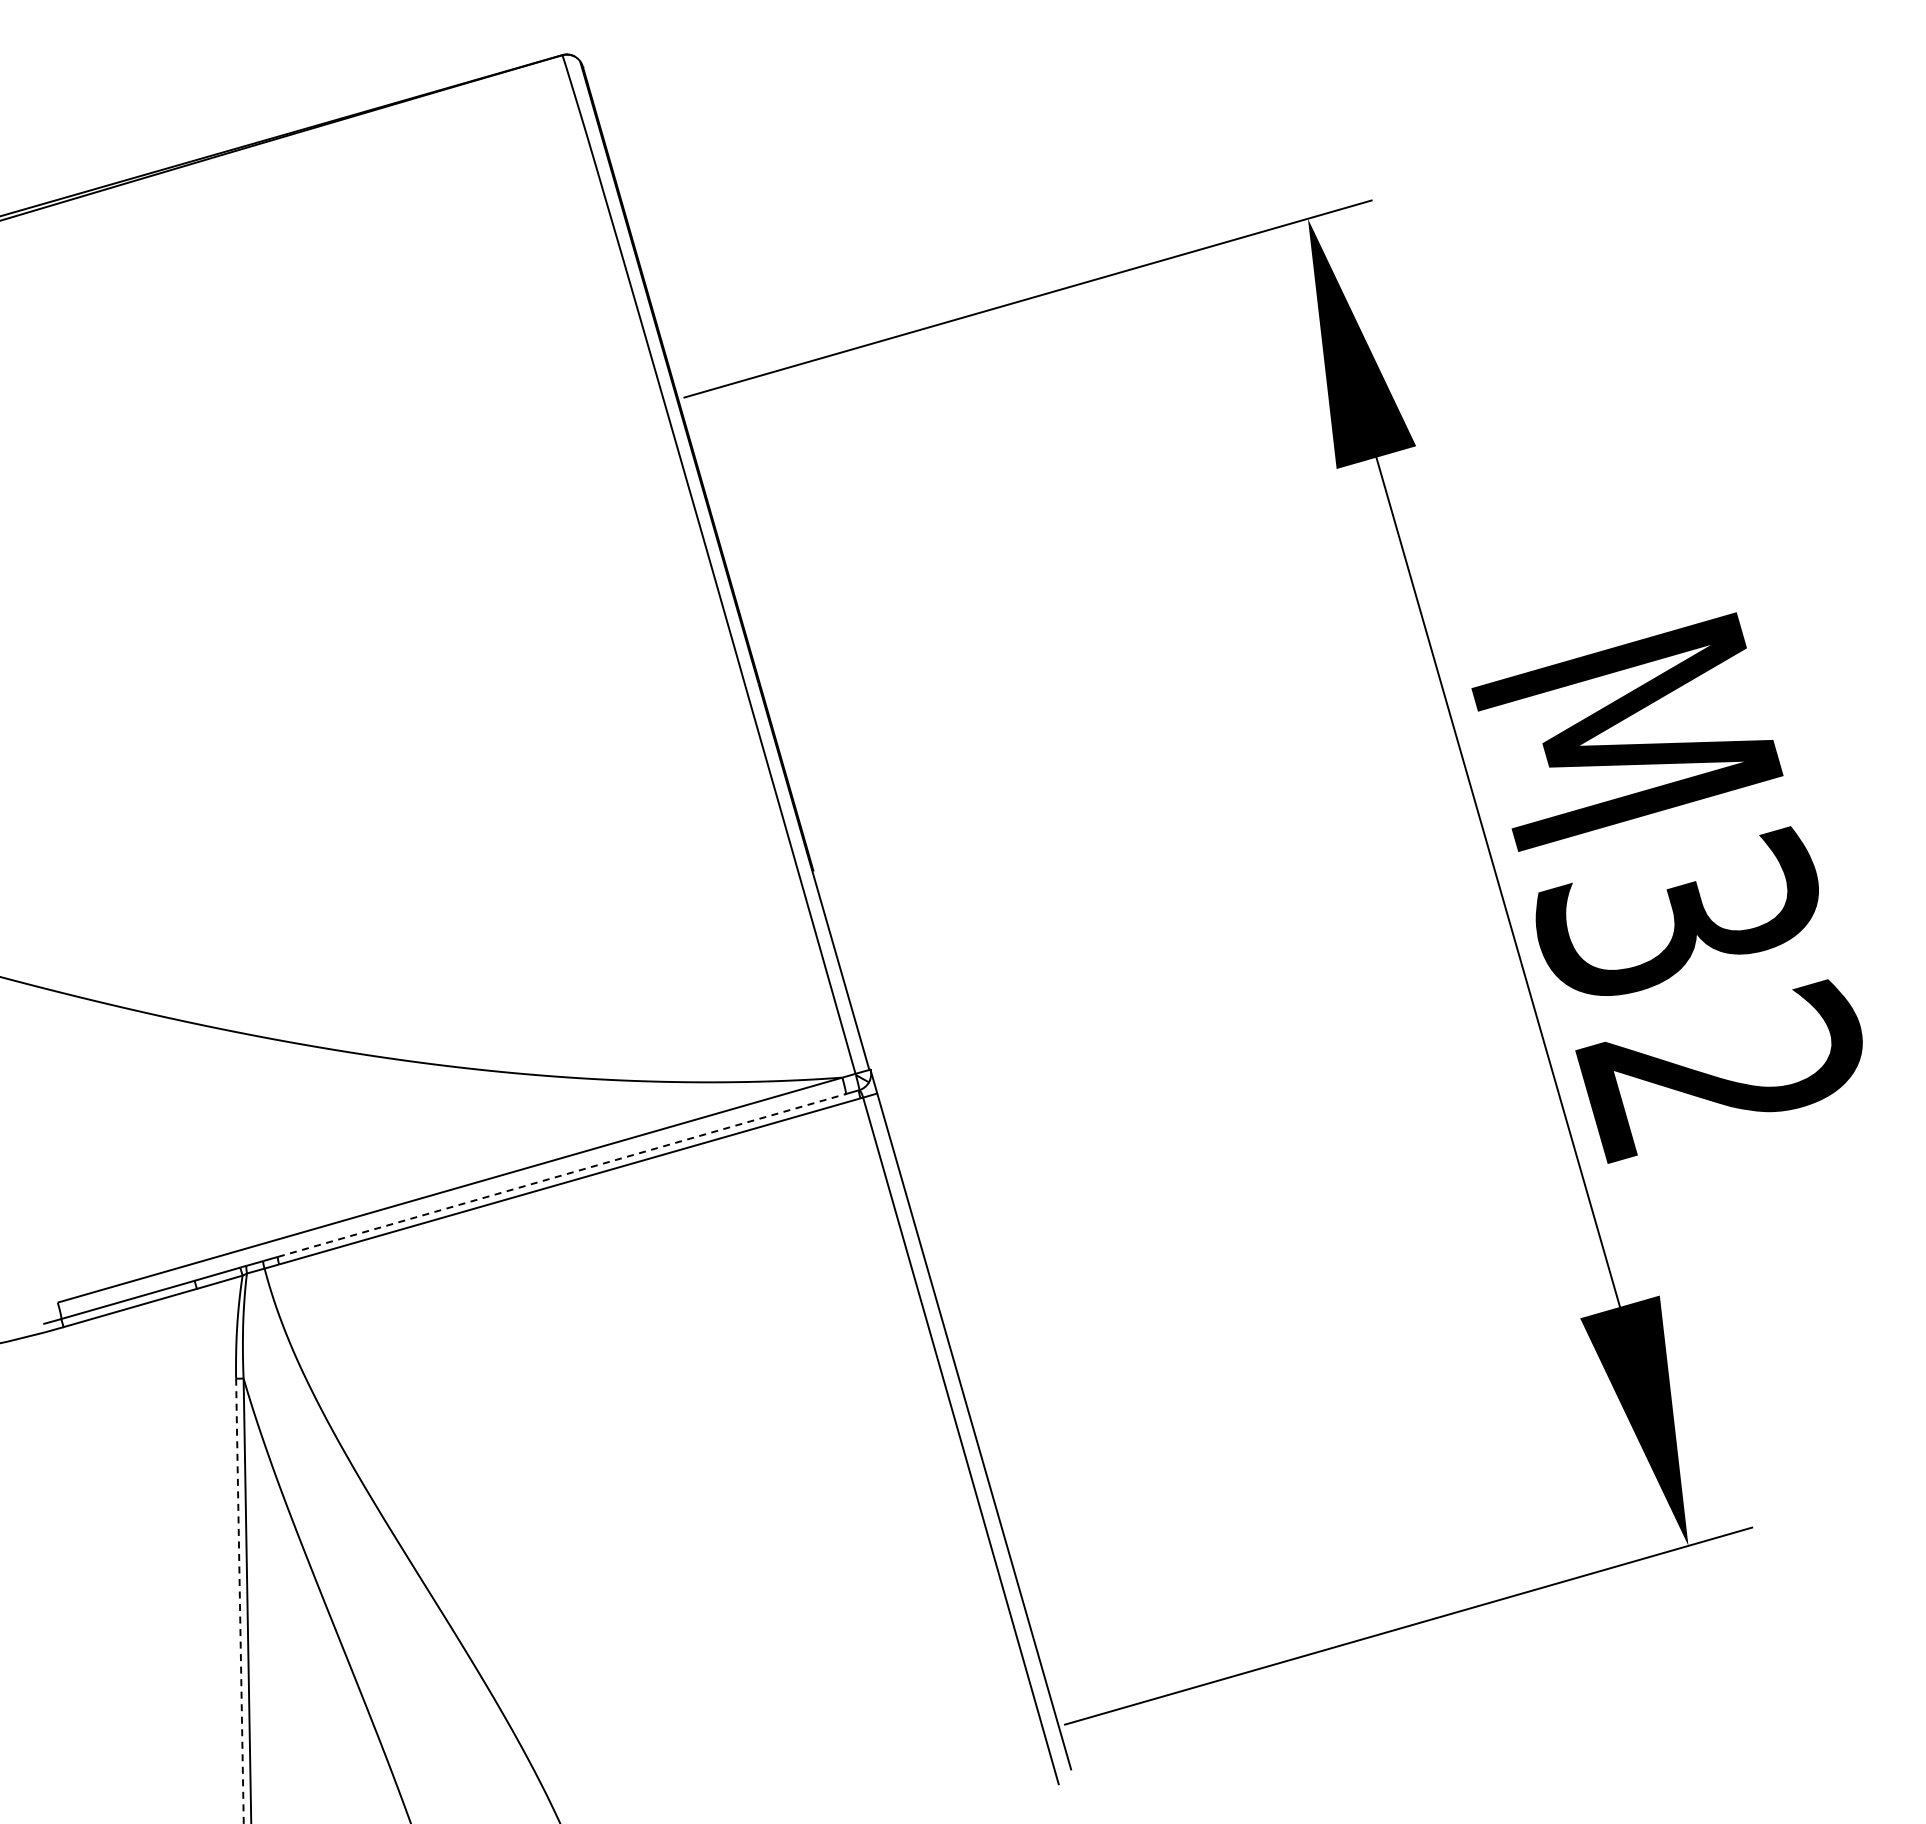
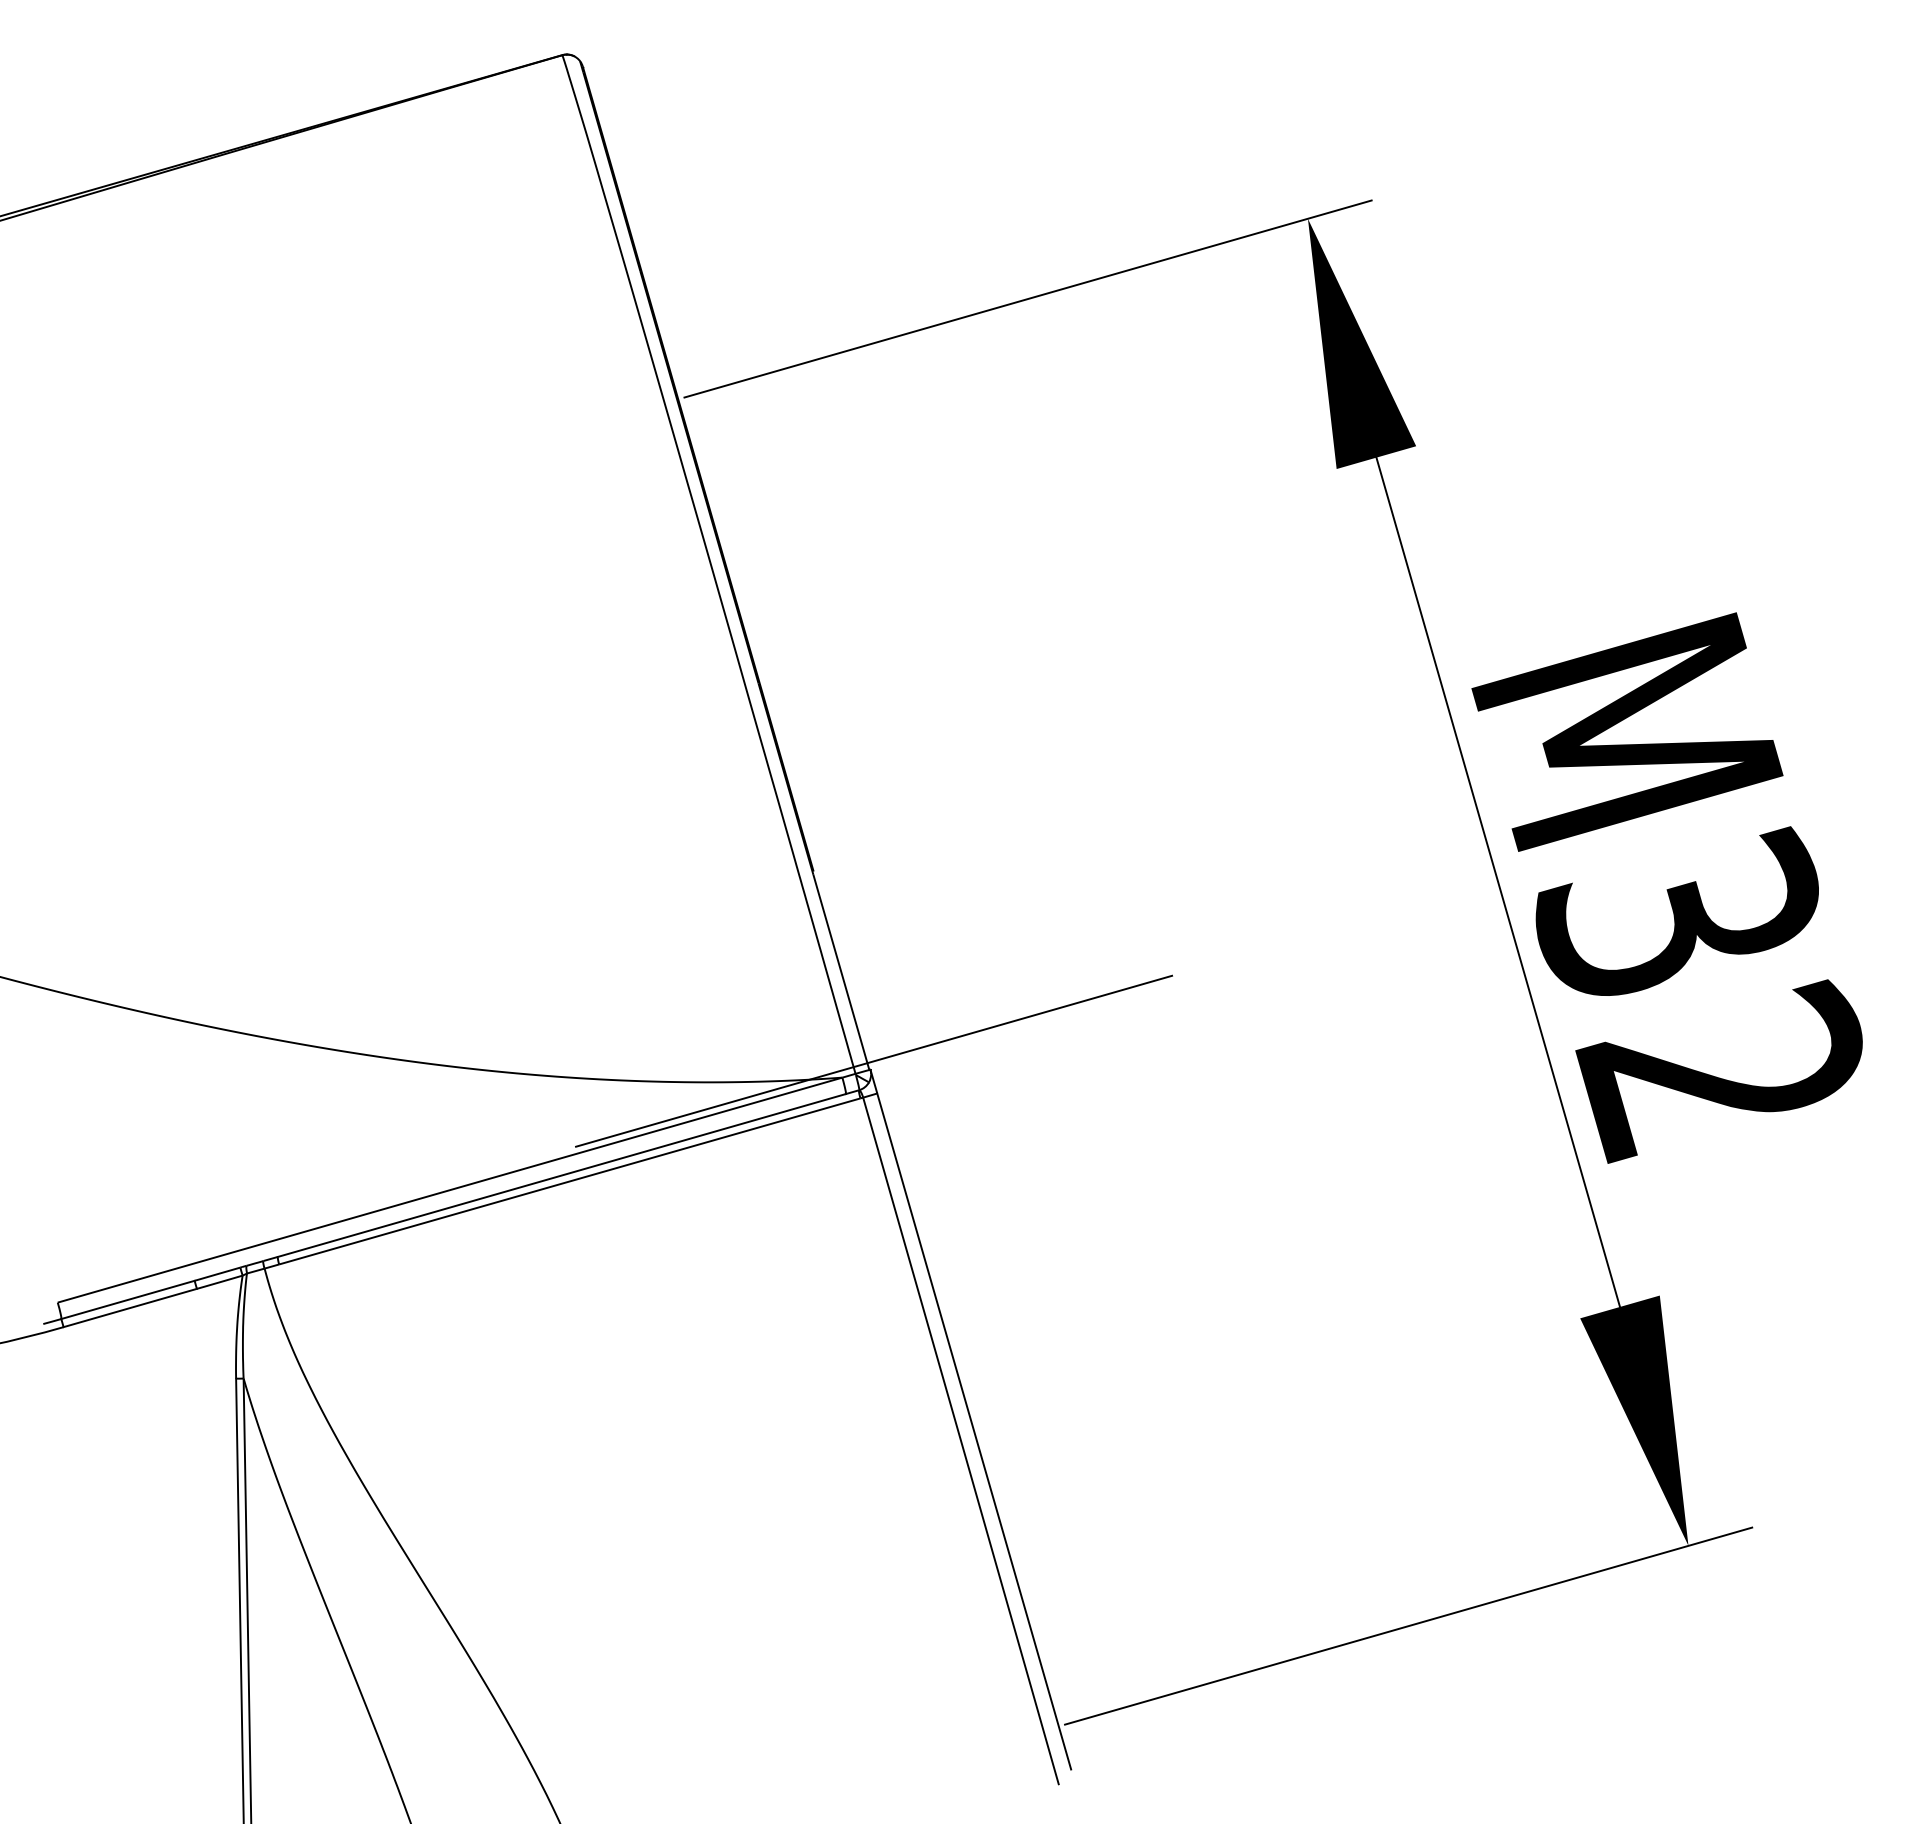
line at (874, 1060): none -> present
line at (562, 1175): dashed -> solid
line at (239, 1601): dashed -> solid
